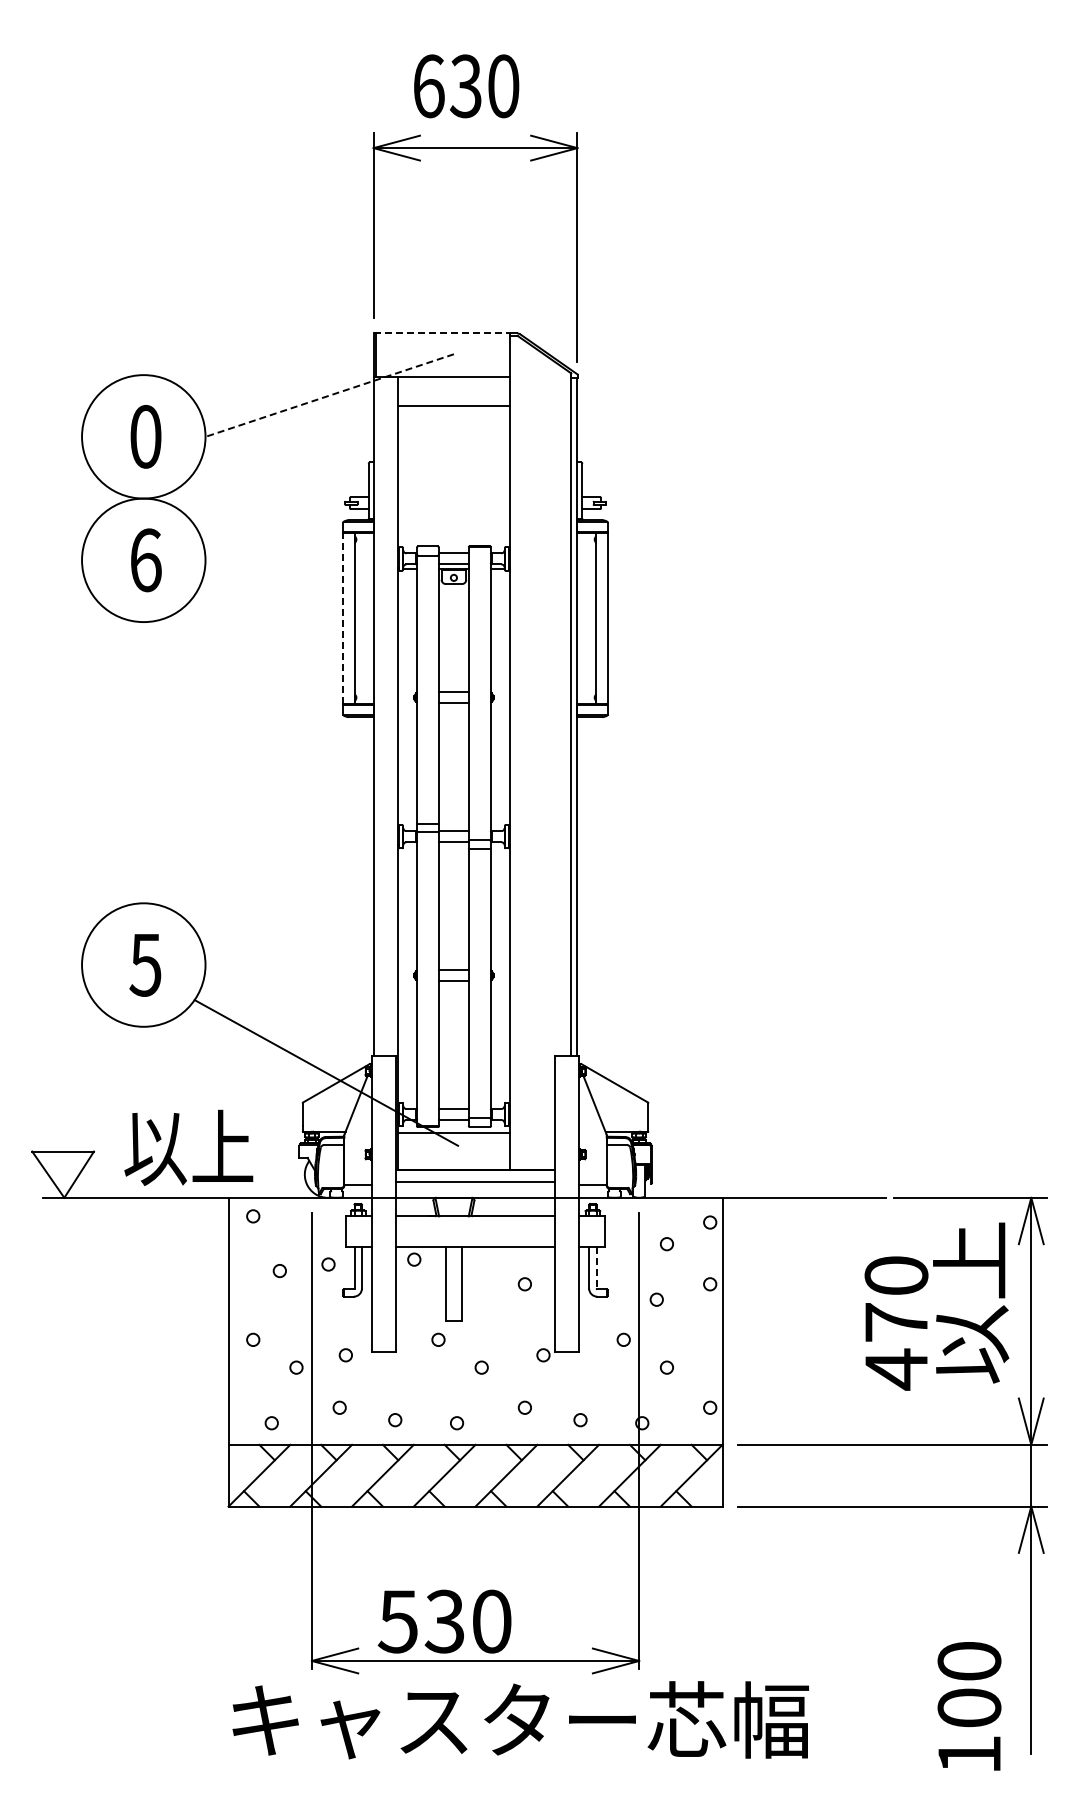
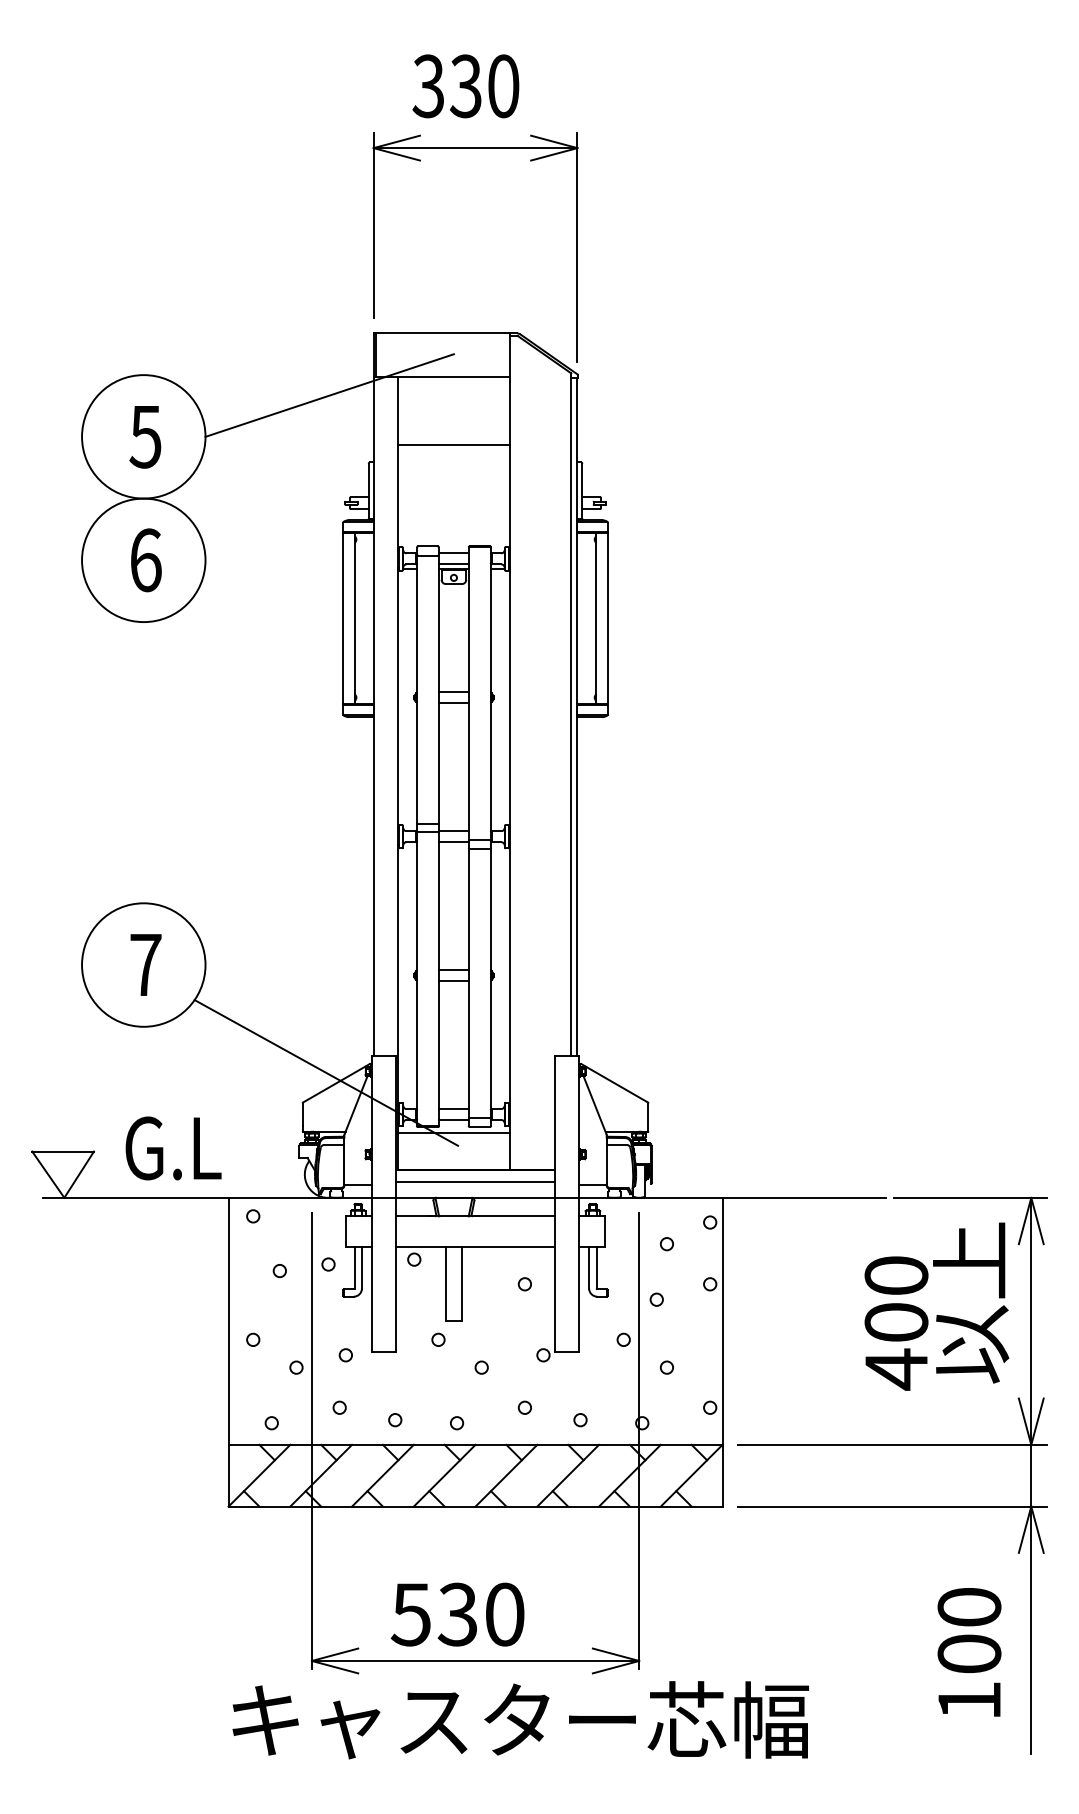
text at (428, 86): 630 -> 330
line at (441, 333): dashed -> solid
line at (329, 395): dashed -> solid
line at (453, 406) position: (453, 406) -> (453, 445)
text at (145, 436): 0 -> 5
line at (343, 618): dashed -> solid
text at (145, 965): 5 -> 7
text at (188, 1147): 以上 -> G.L
line at (596, 1267): dashed -> solid
text at (896, 1322): 470 -> 400
text at (444, 1621) position: (444, 1621) -> (457, 1614)
text at (969, 1706) position: (969, 1706) -> (969, 1652)
